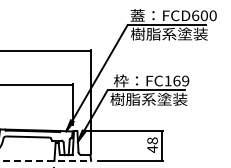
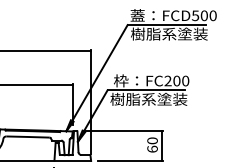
text at (195, 15): FCD600 -> FCD500
text at (176, 80): FC169 -> FC200
text at (152, 145): 48 -> 60
line at (46, 160): dashed -> solid
